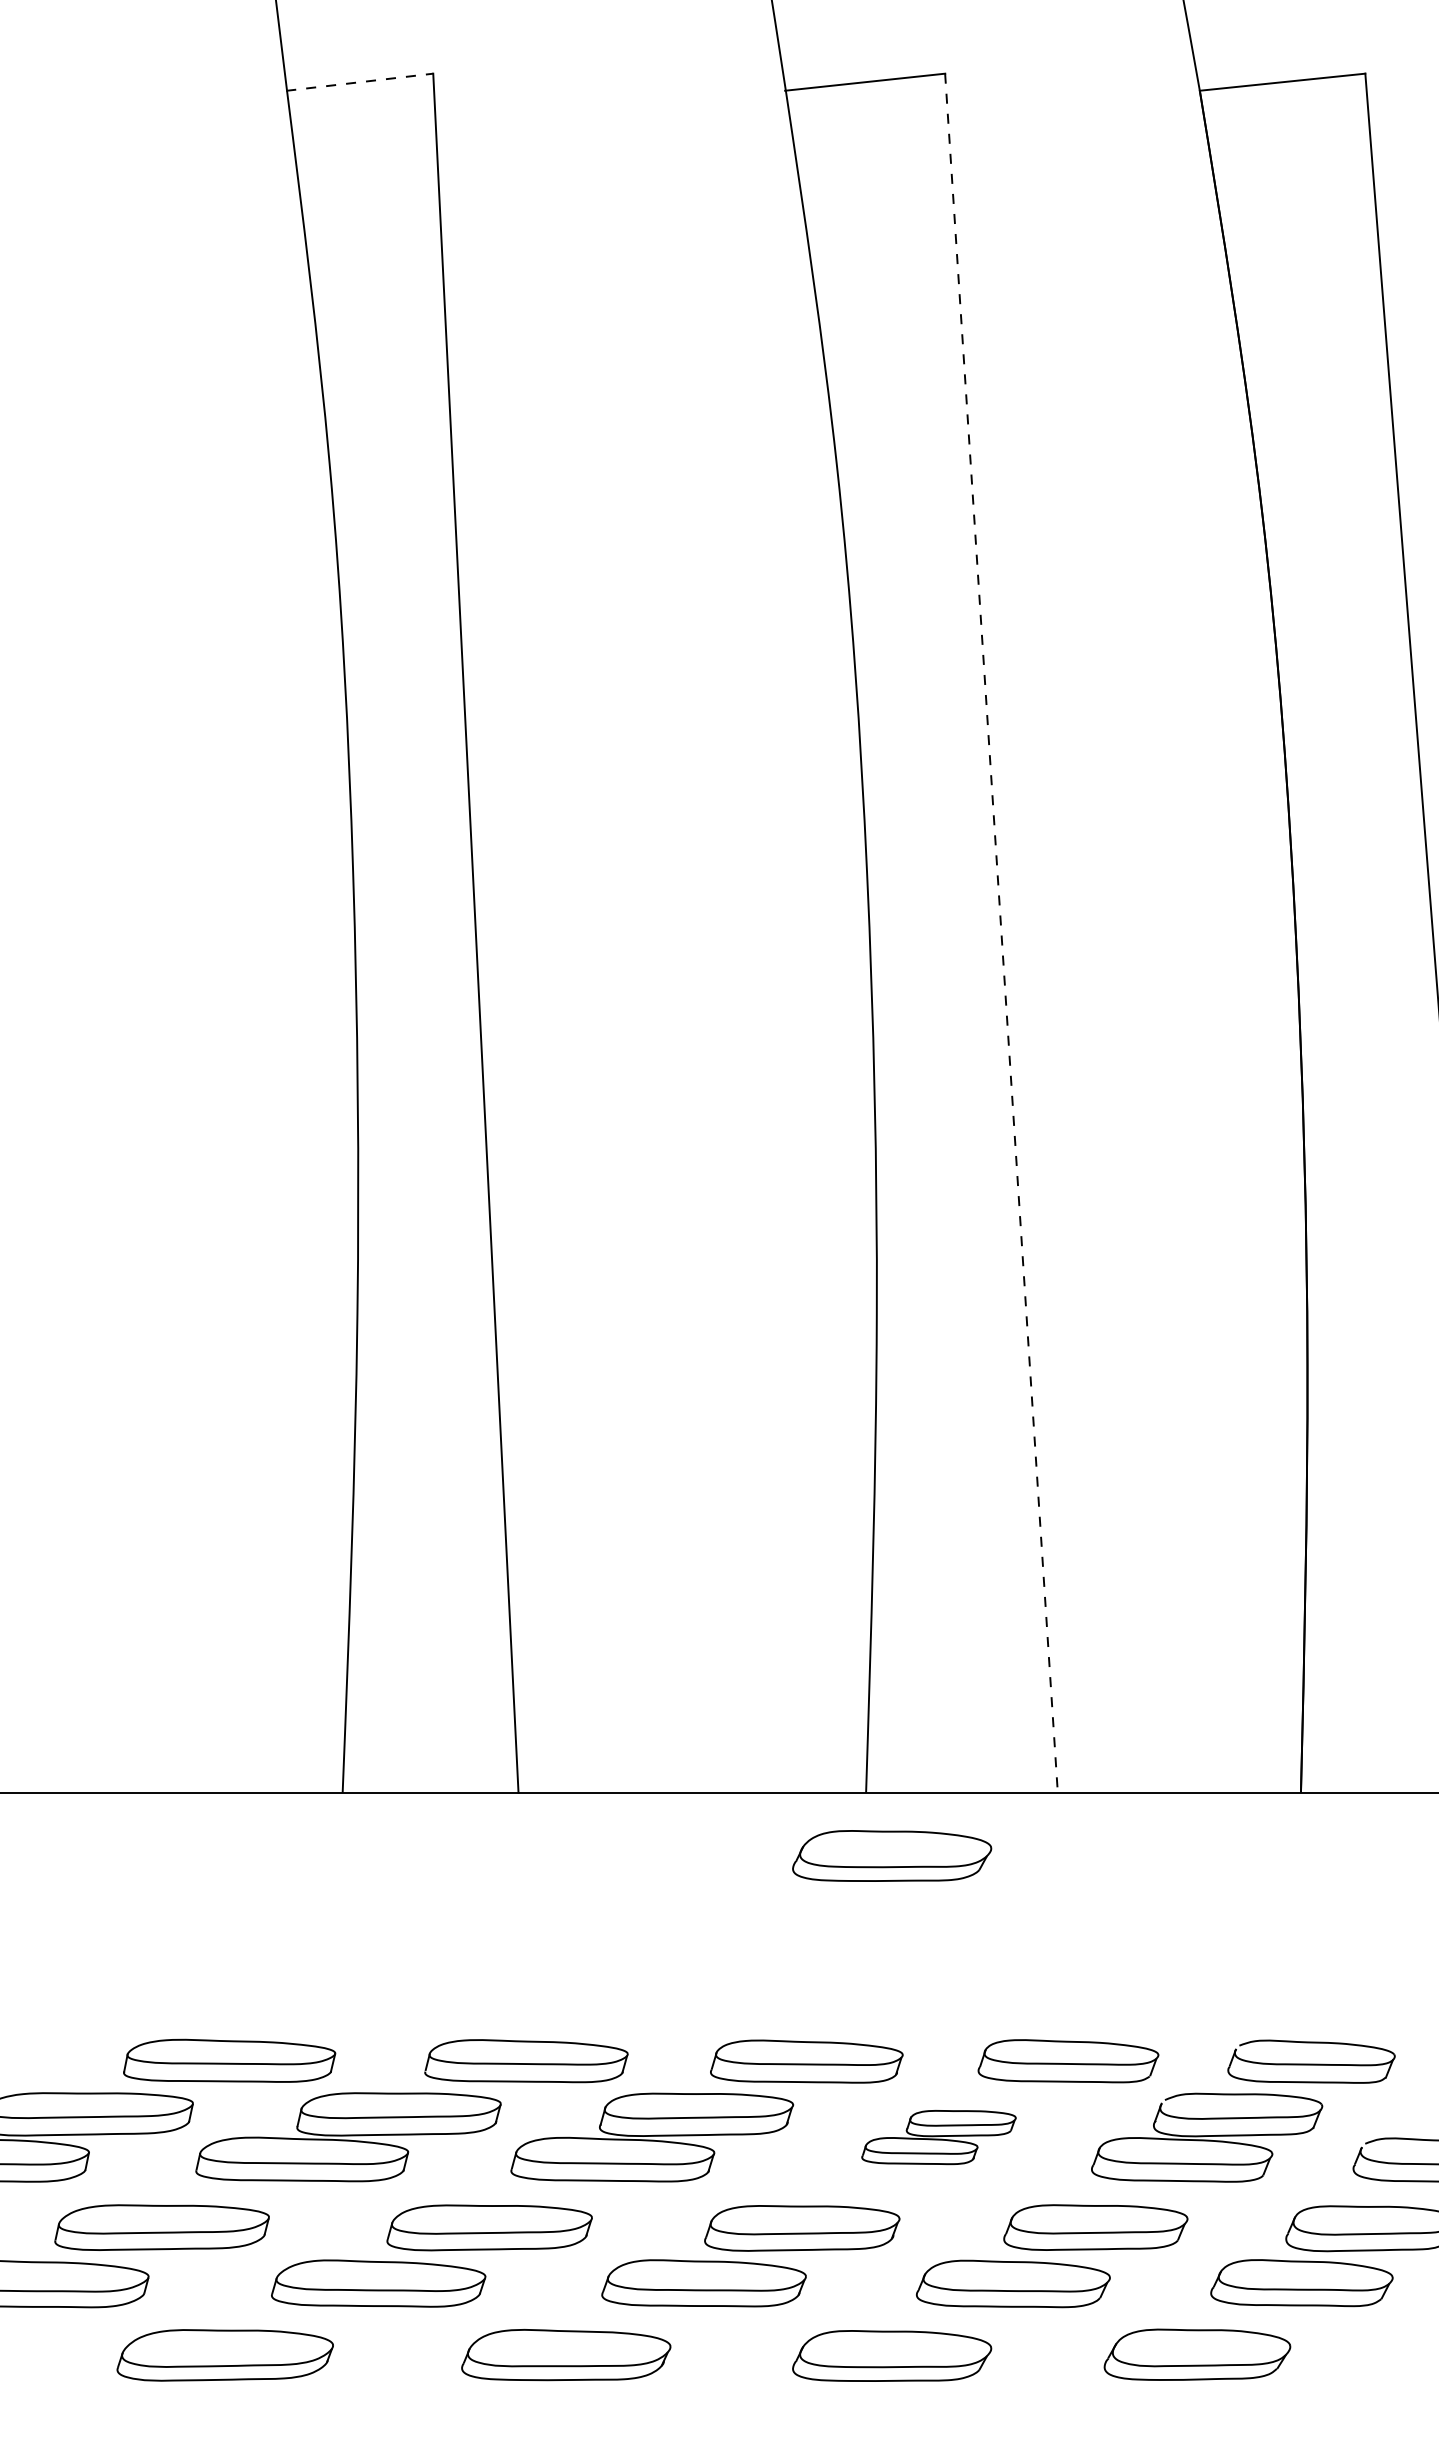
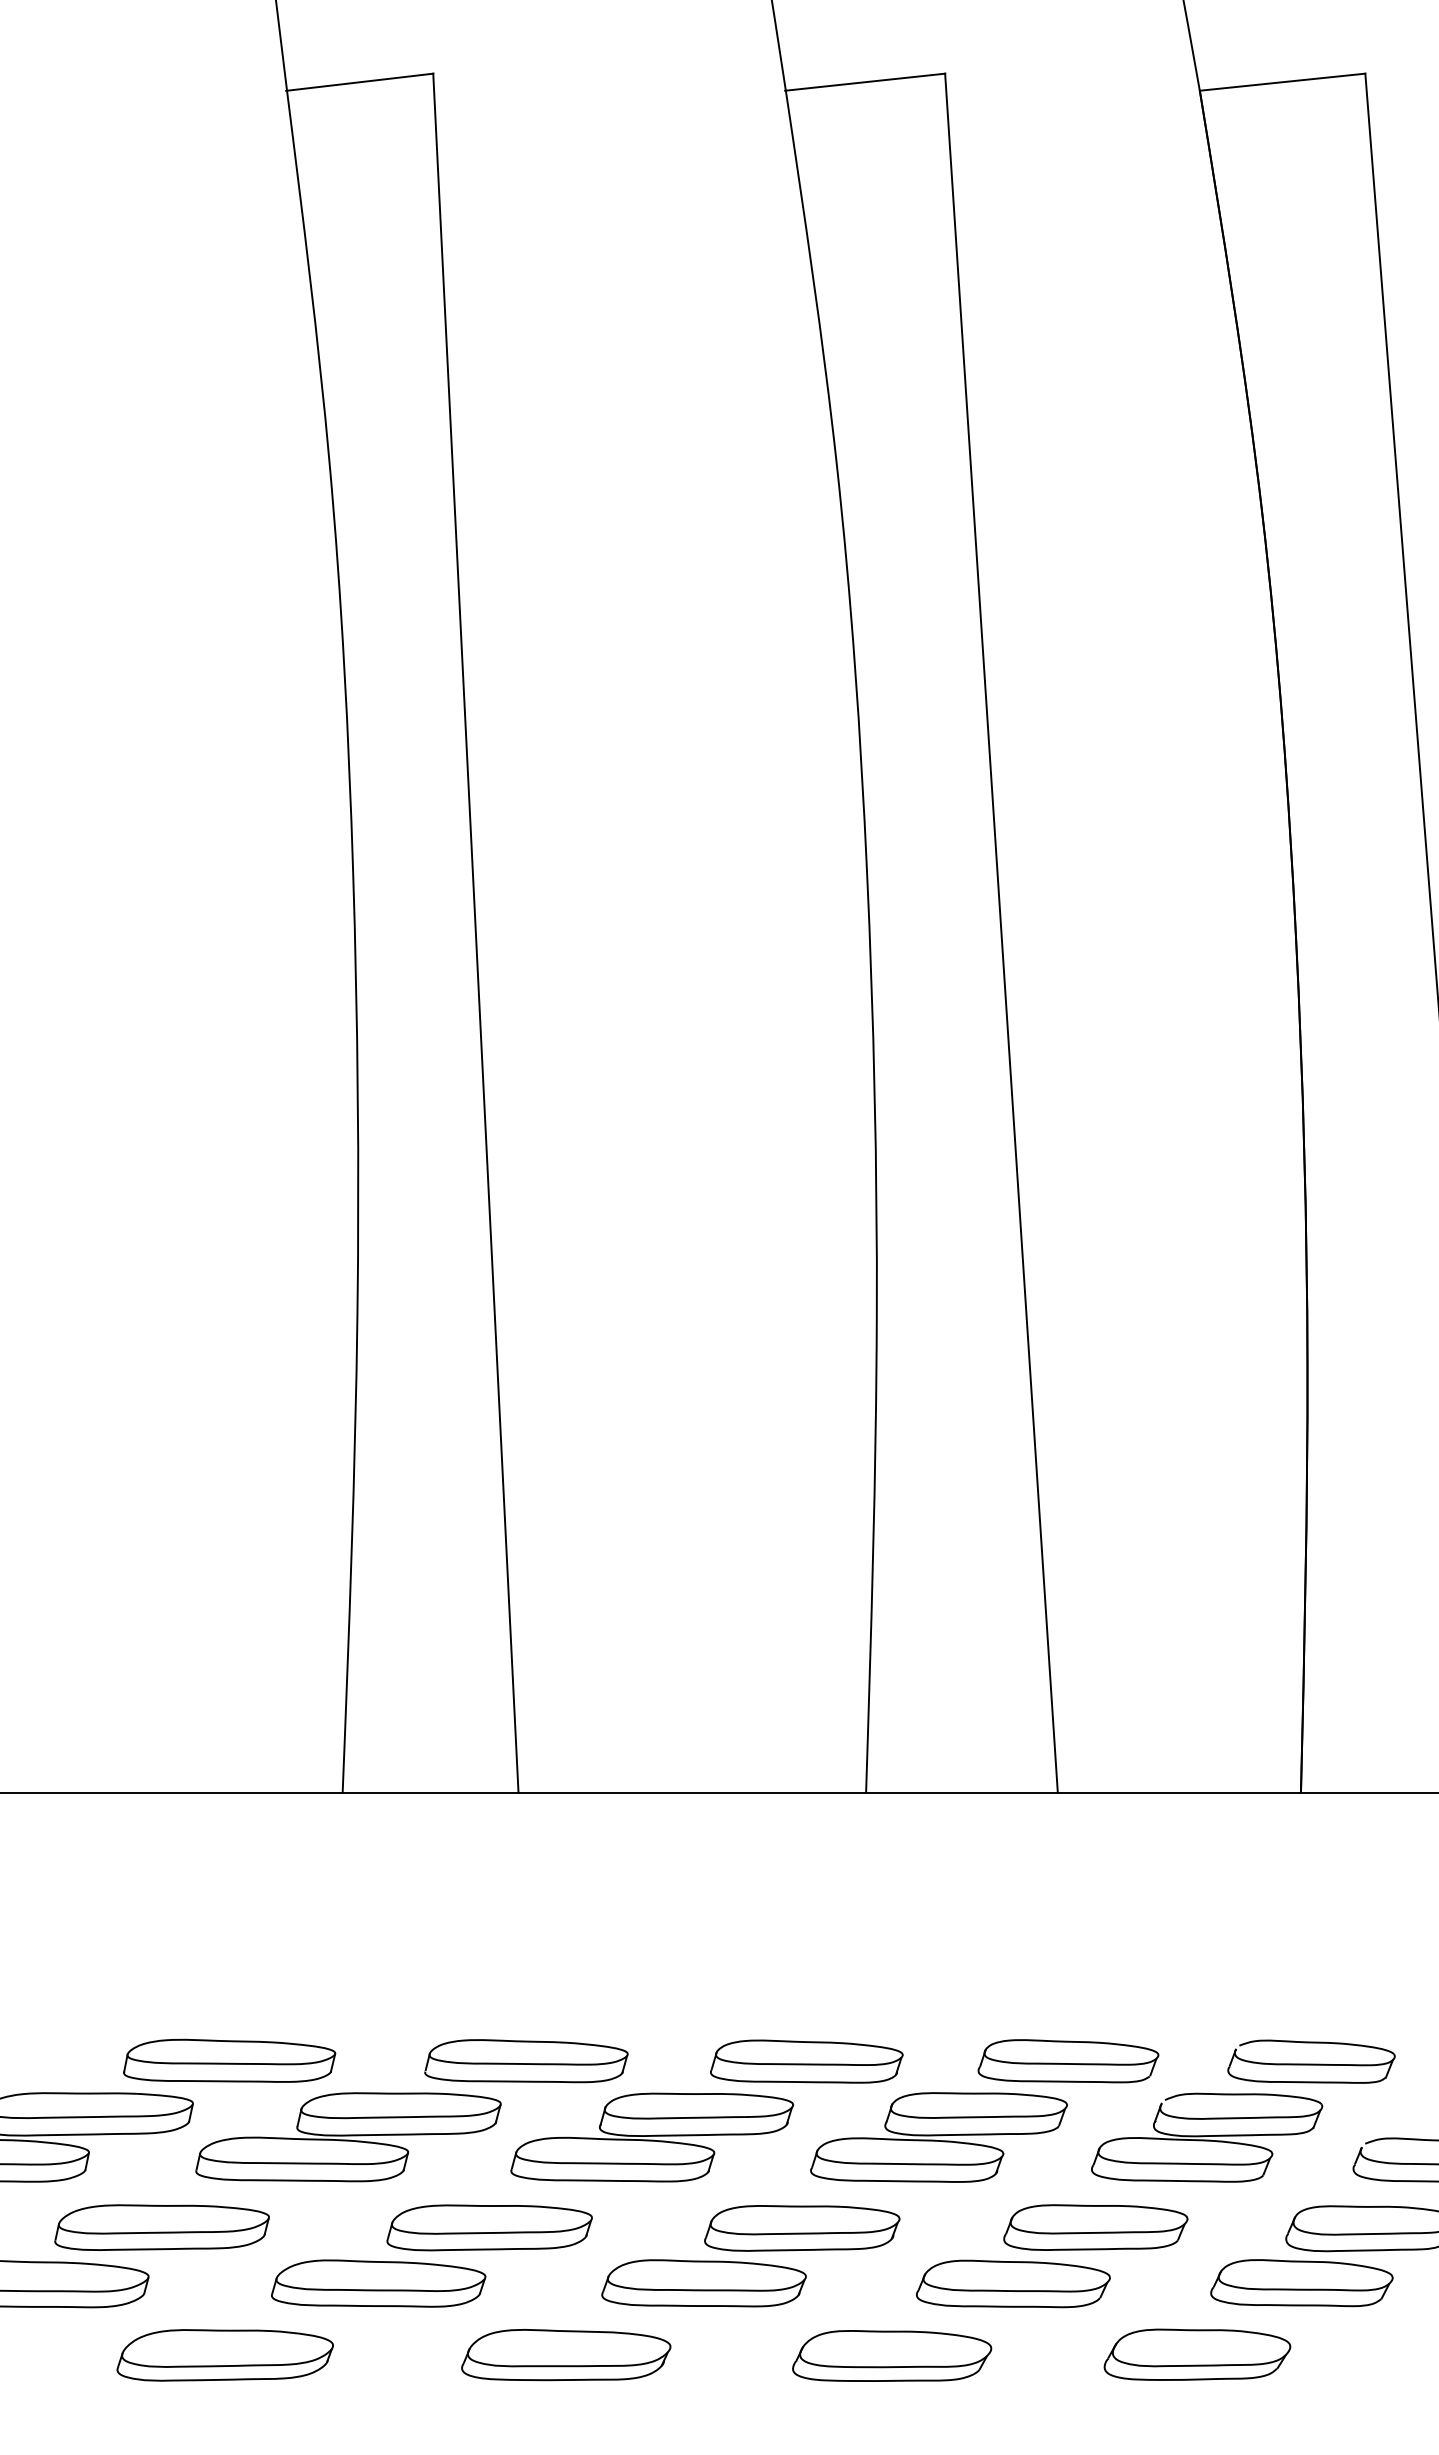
line at (360, 82): dashed -> solid
line at (1001, 933): dashed -> solid
part at (892, 1855): present -> none
part at (938, 2137) size: 156x56 px -> 258x91 px
